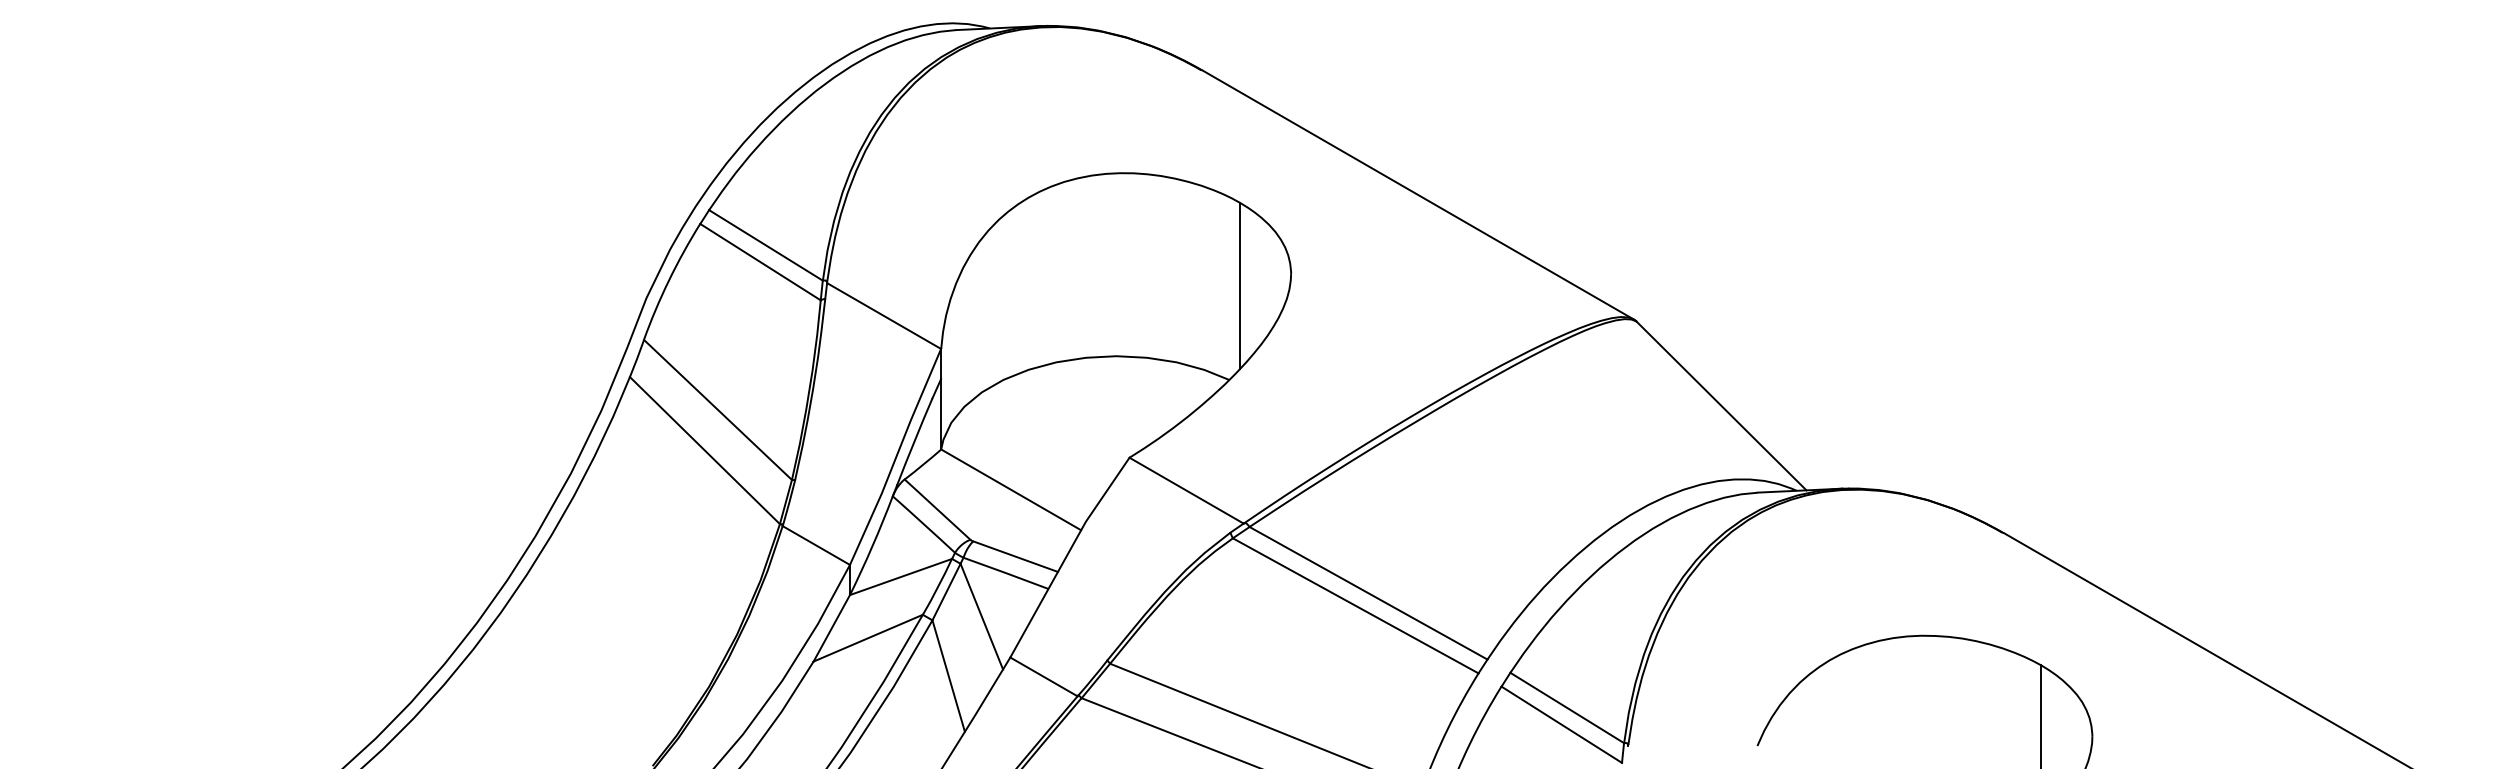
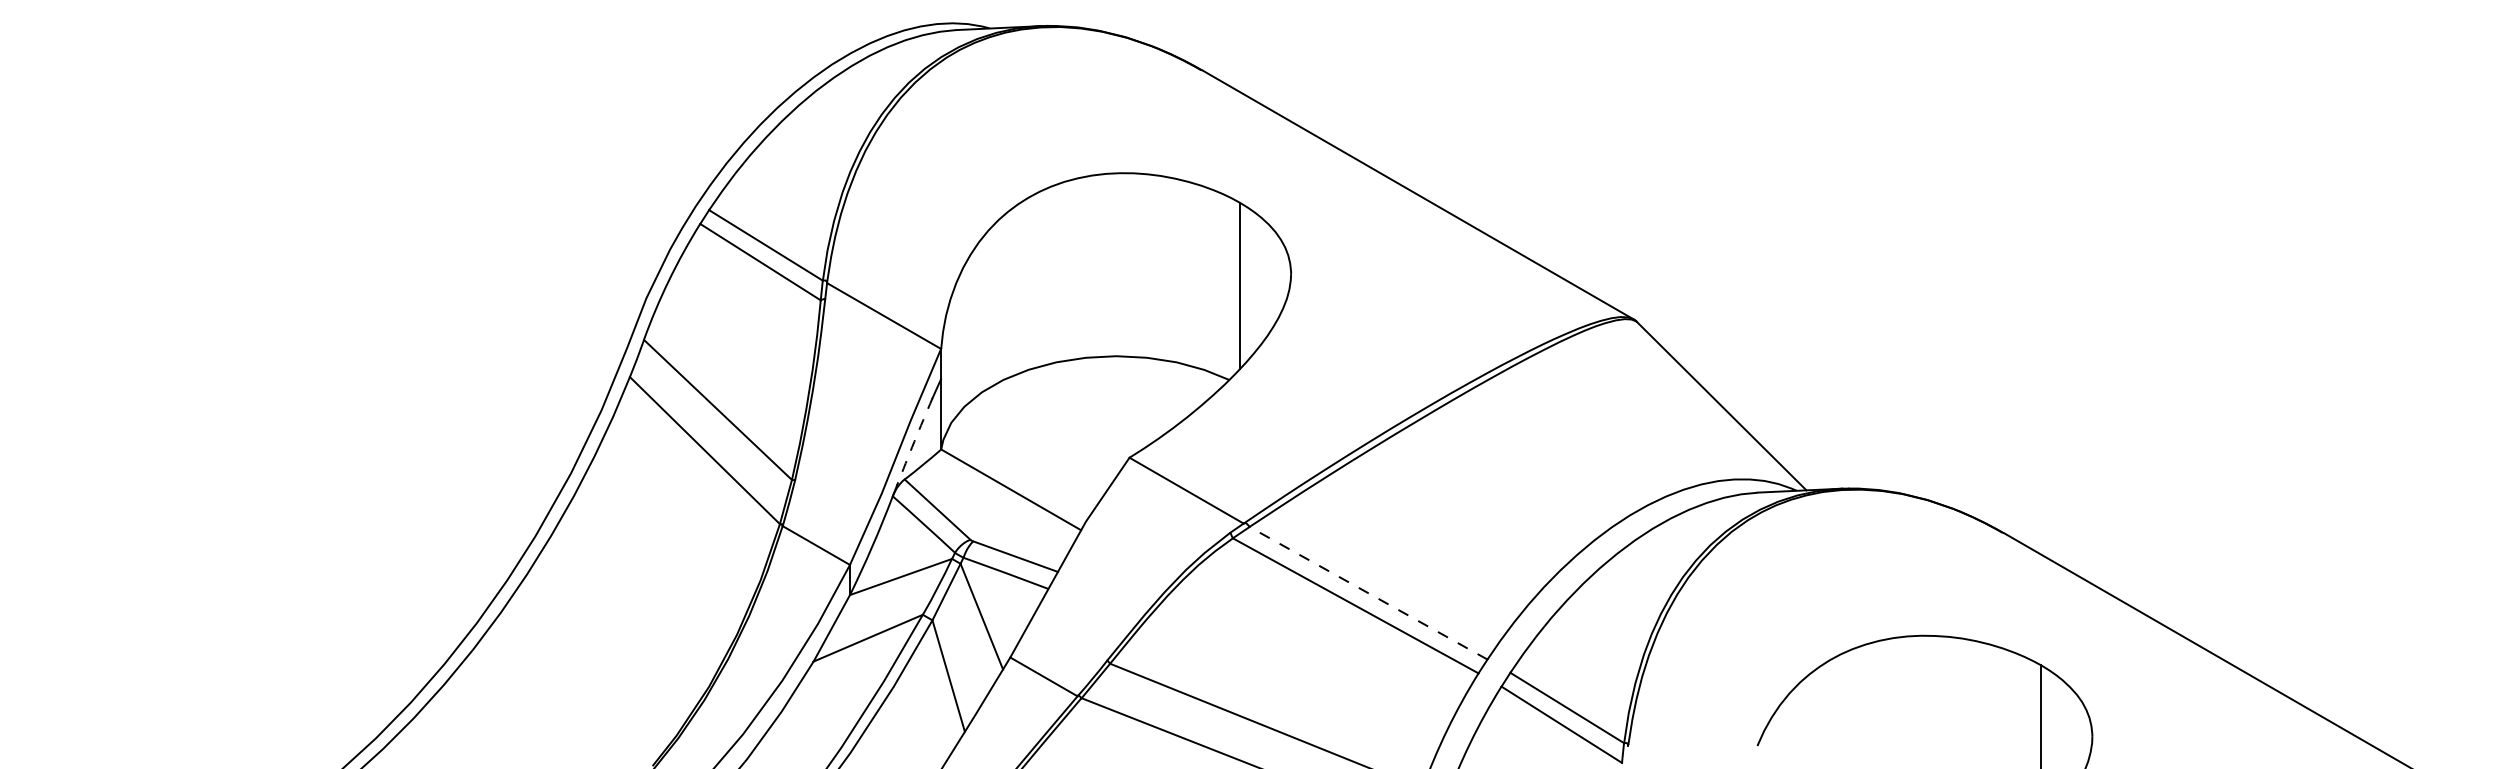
arc at (914, 441): solid -> dashed
line at (1368, 593): solid -> dashed
